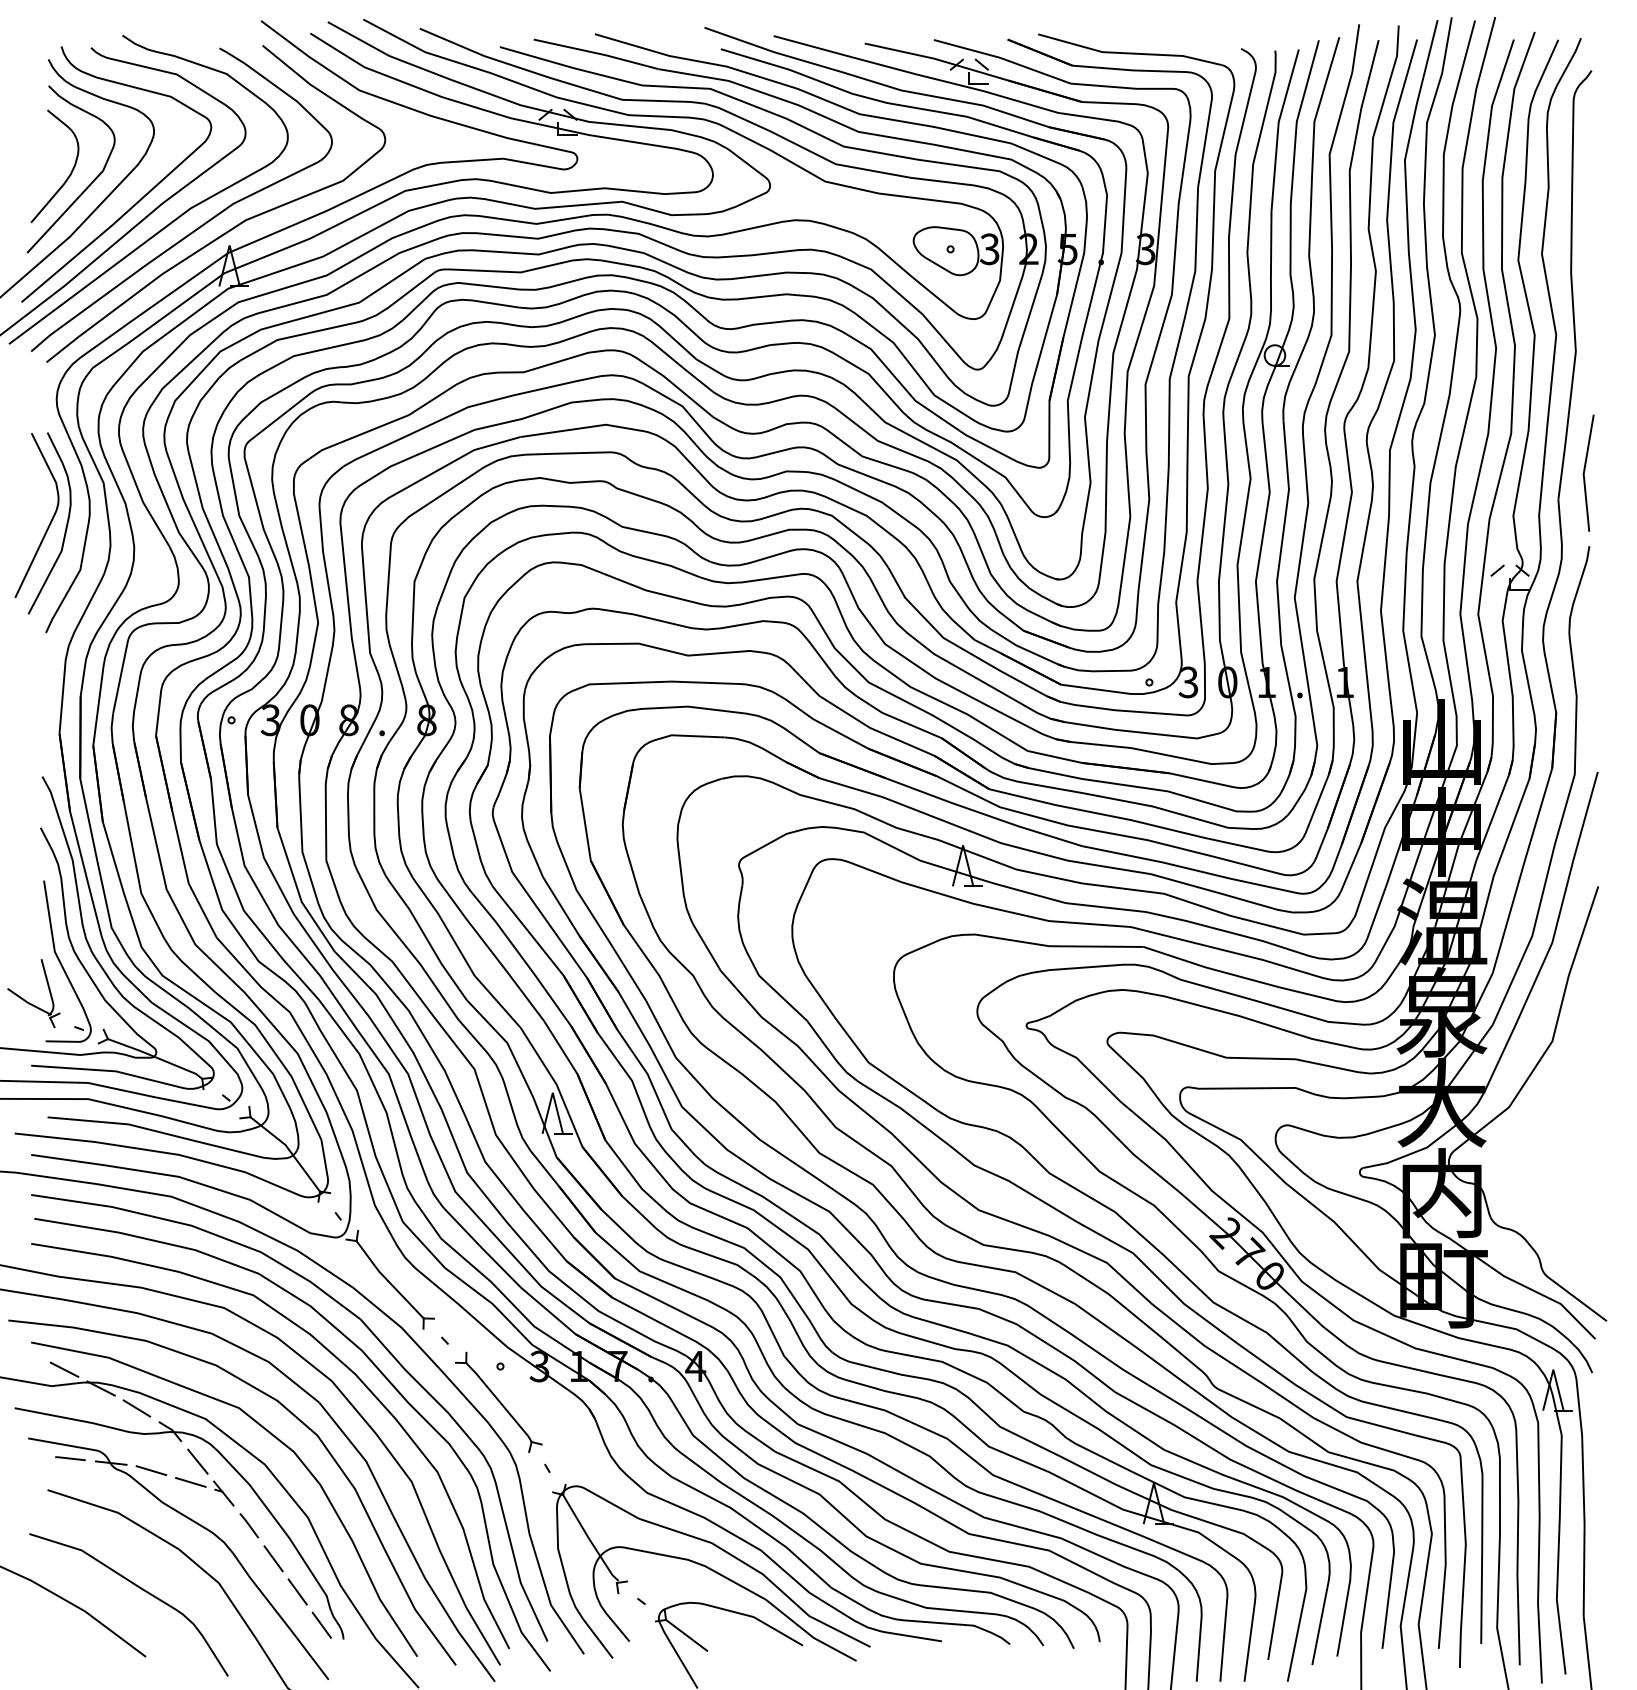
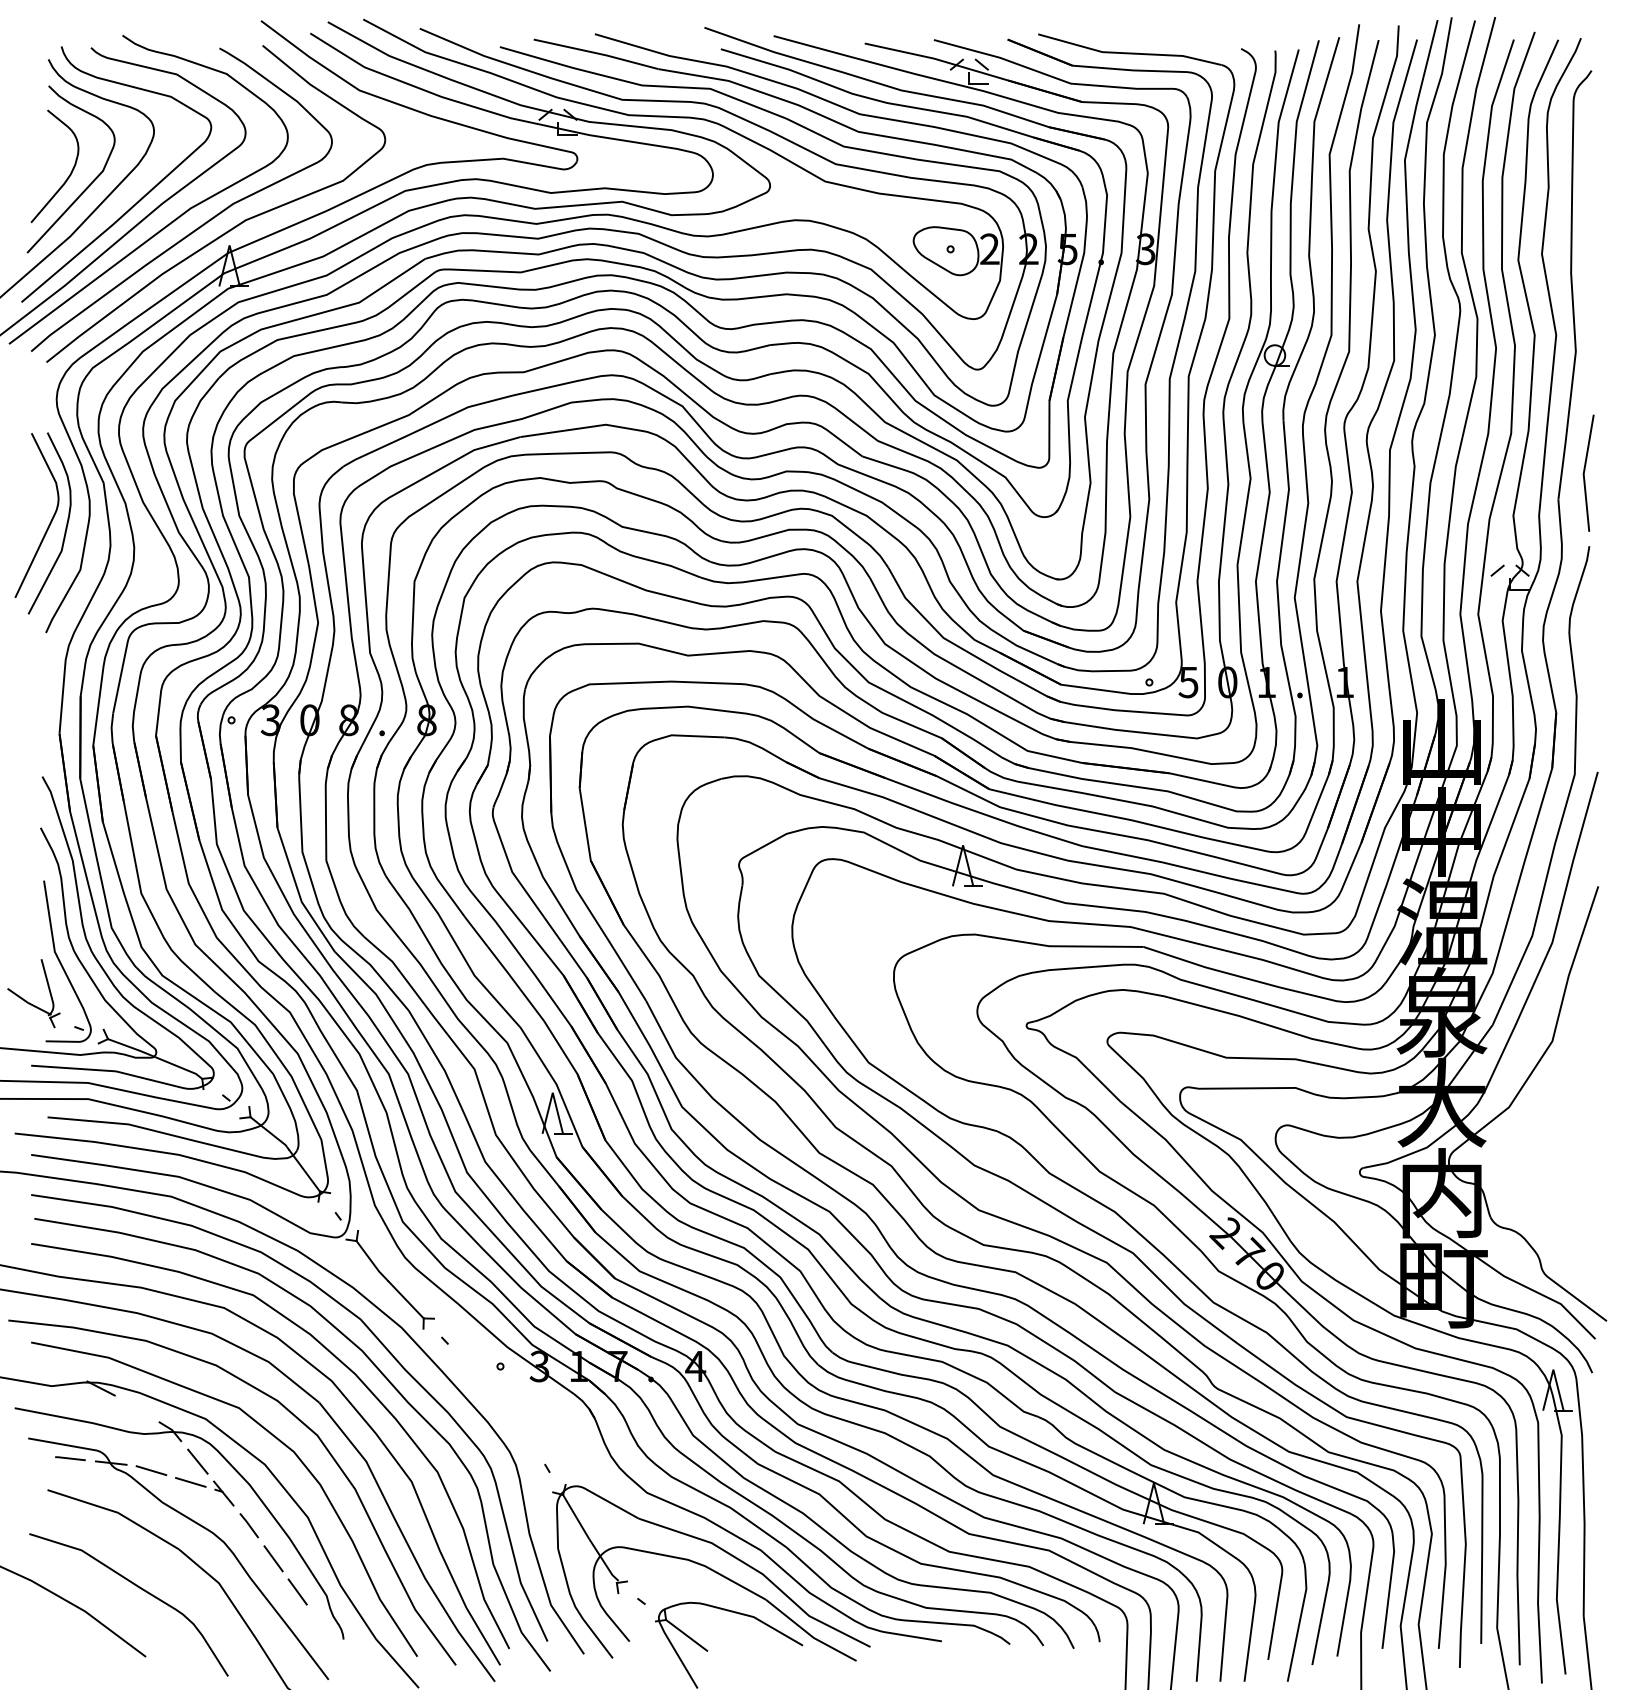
text at (989, 249): 3 -> 2
text at (1188, 681): 3 -> 5
line at (64, 1369): present -> none
part at (498, 1401): present -> none
line at (136, 1408): present -> none
line at (321, 1624): present -> none
